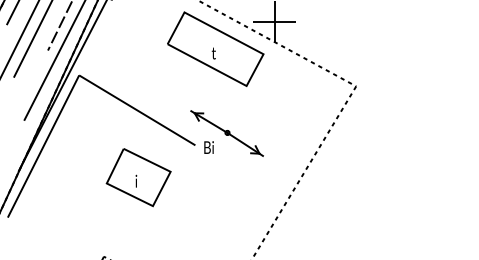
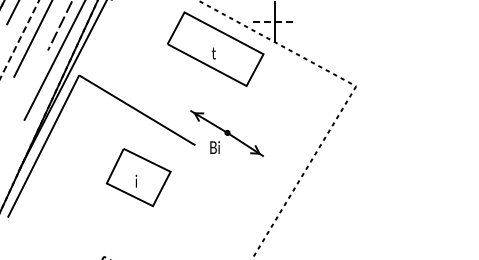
line at (274, 21): solid -> dashed
line at (19, 39): solid -> dashed
text at (208, 147) position: (208, 147) -> (214, 147)
